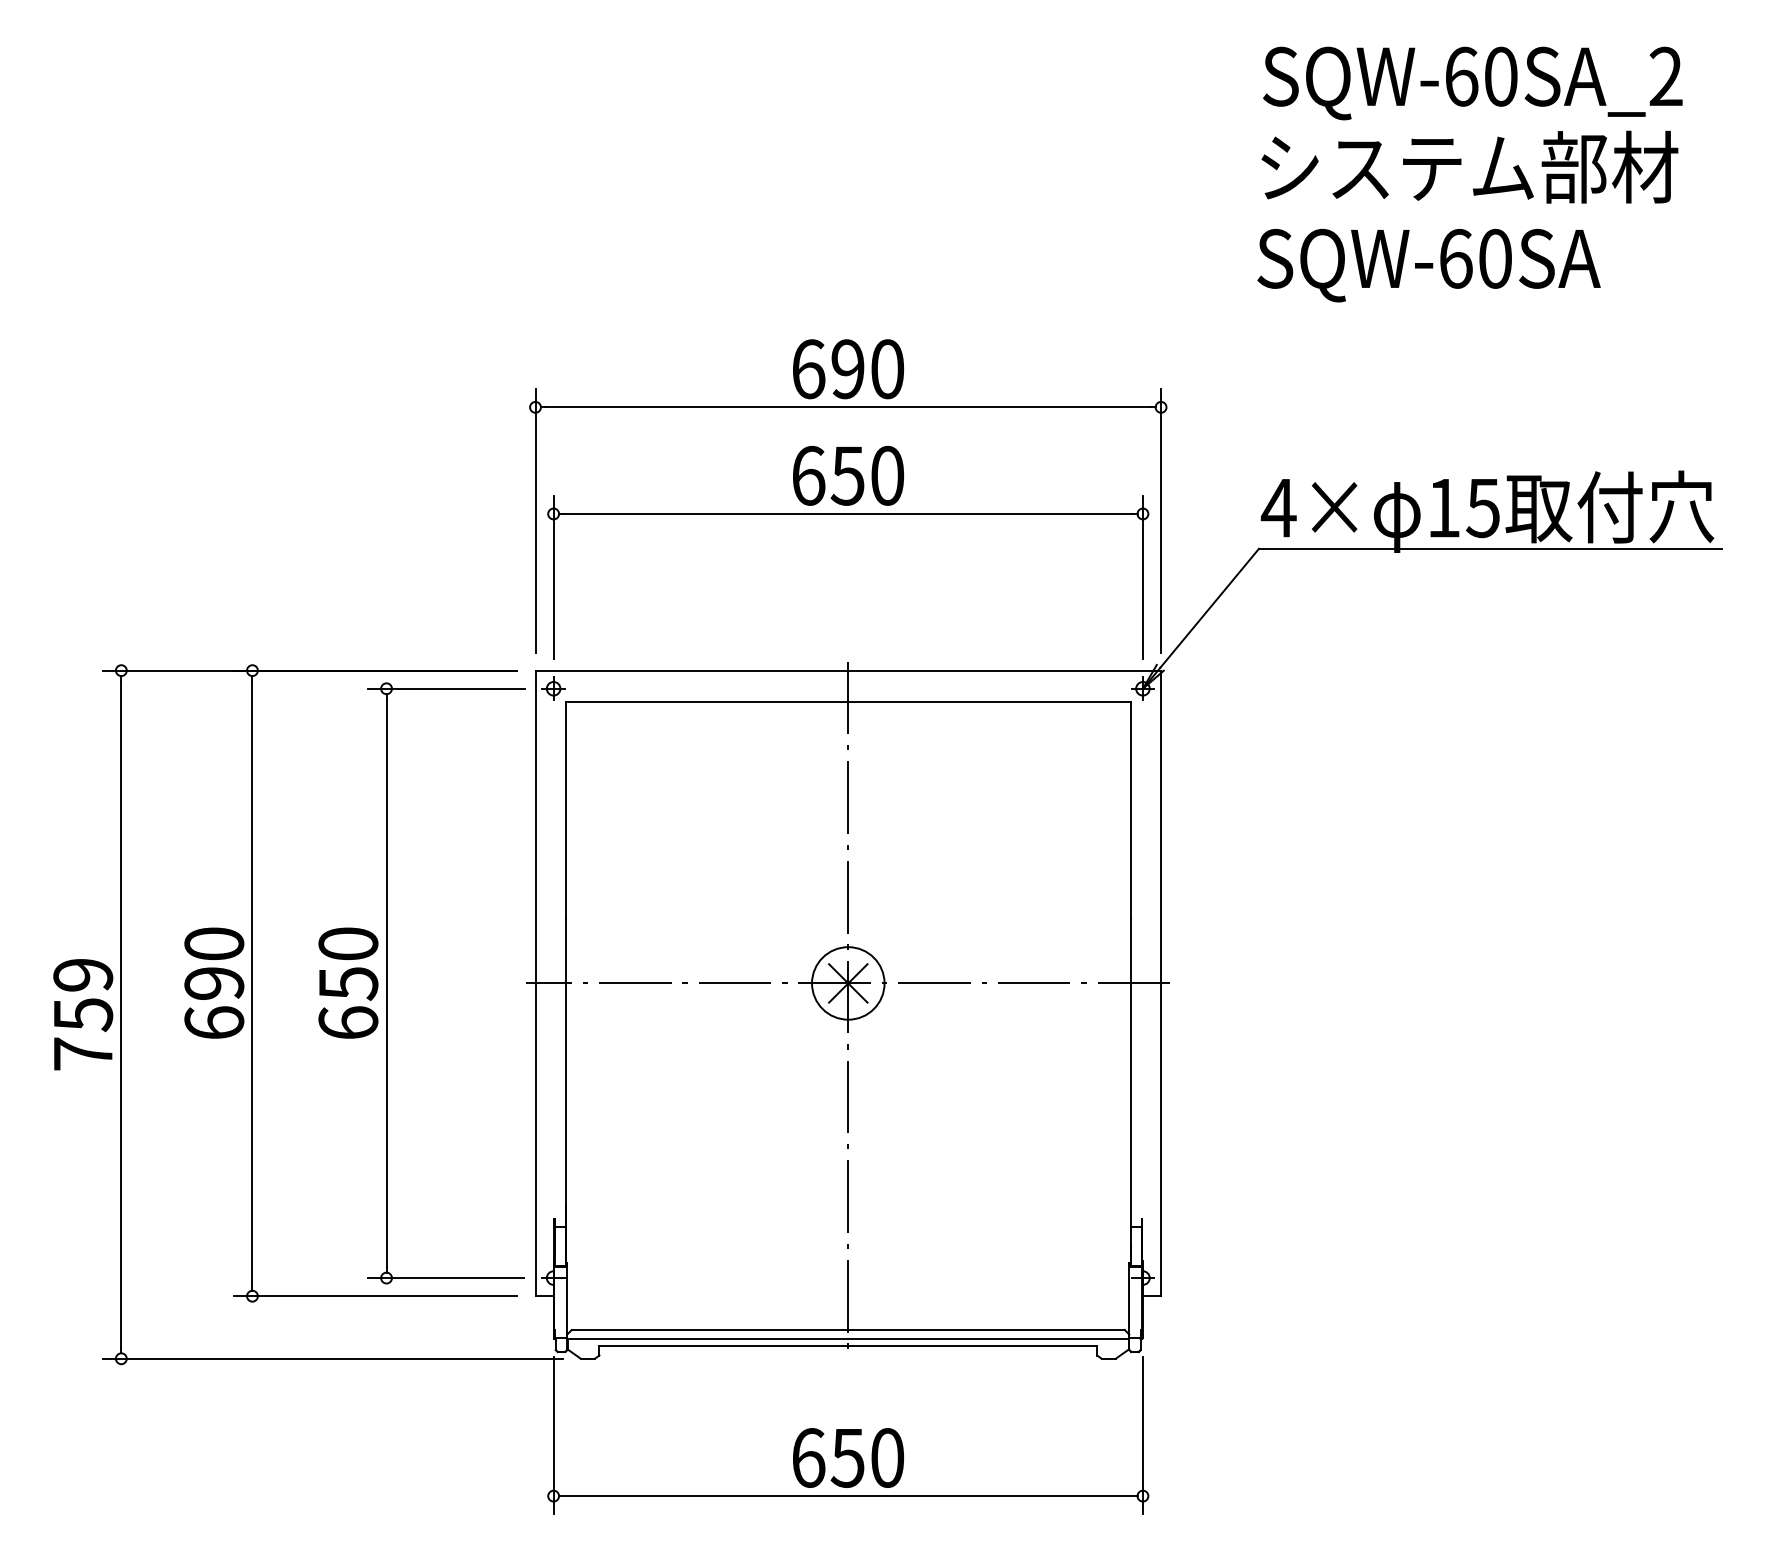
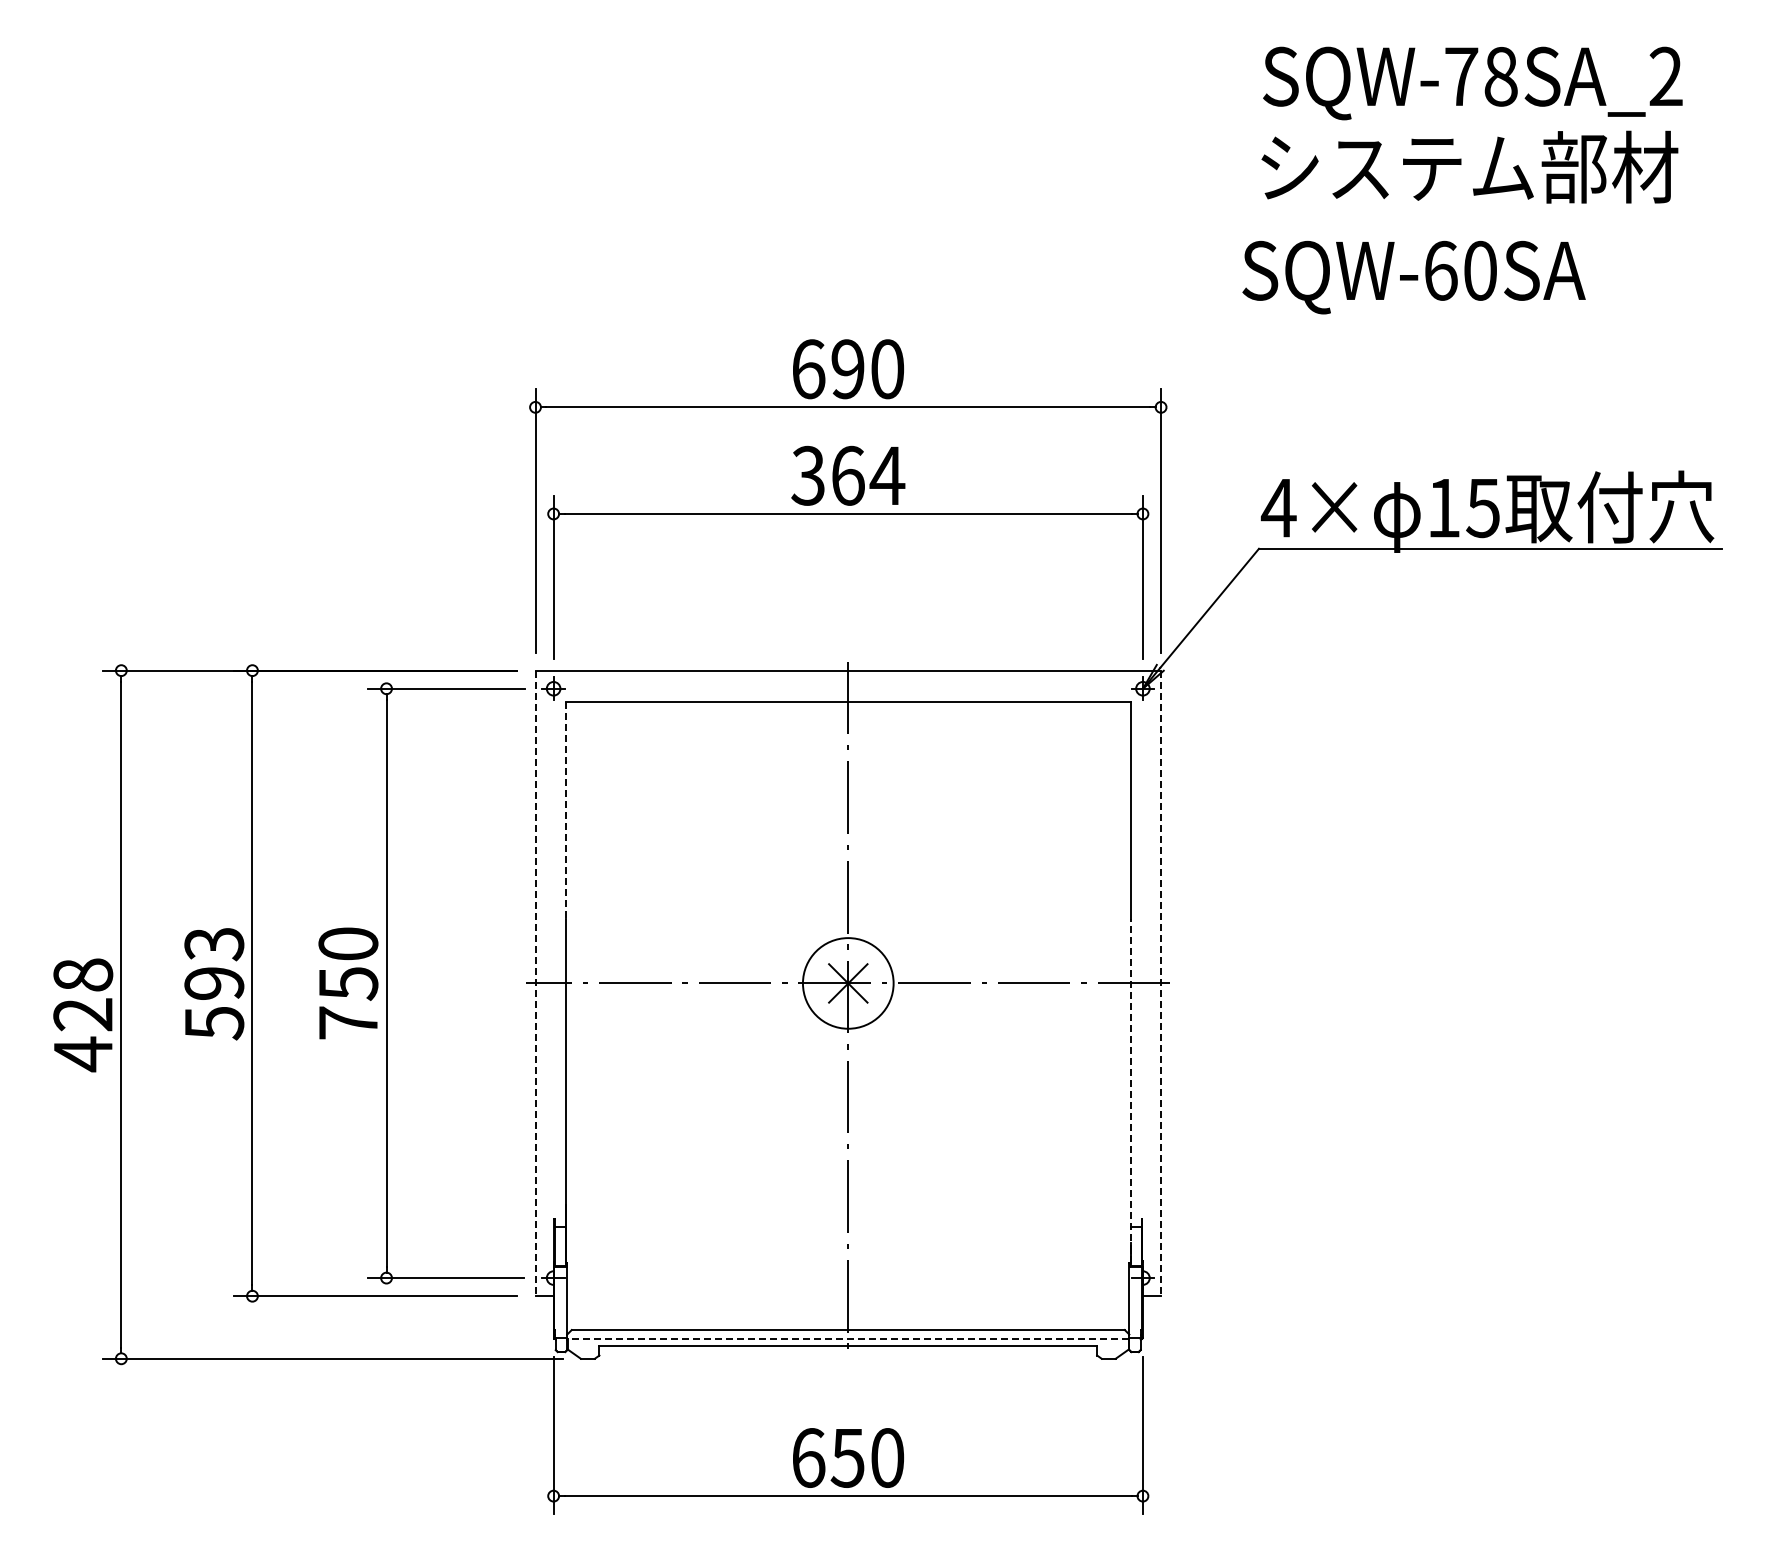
text at (1481, 76): SQW-60SA_2 -> SQW-78SA_2
text at (1428, 265) position: (1428, 265) -> (1413, 277)
text at (848, 475): 650 -> 364
line at (565, 810): solid -> dashed
text at (214, 983): 690 -> 593
line at (535, 983): solid -> dashed
circle at (848, 983) diameter: 73 px -> 91 px
line at (1161, 983): solid -> dashed
text at (83, 1015): 759 -> 428
text at (348, 1022): 650 -> 750
line at (1130, 1091): solid -> dashed
line at (847, 1339): solid -> dashed
